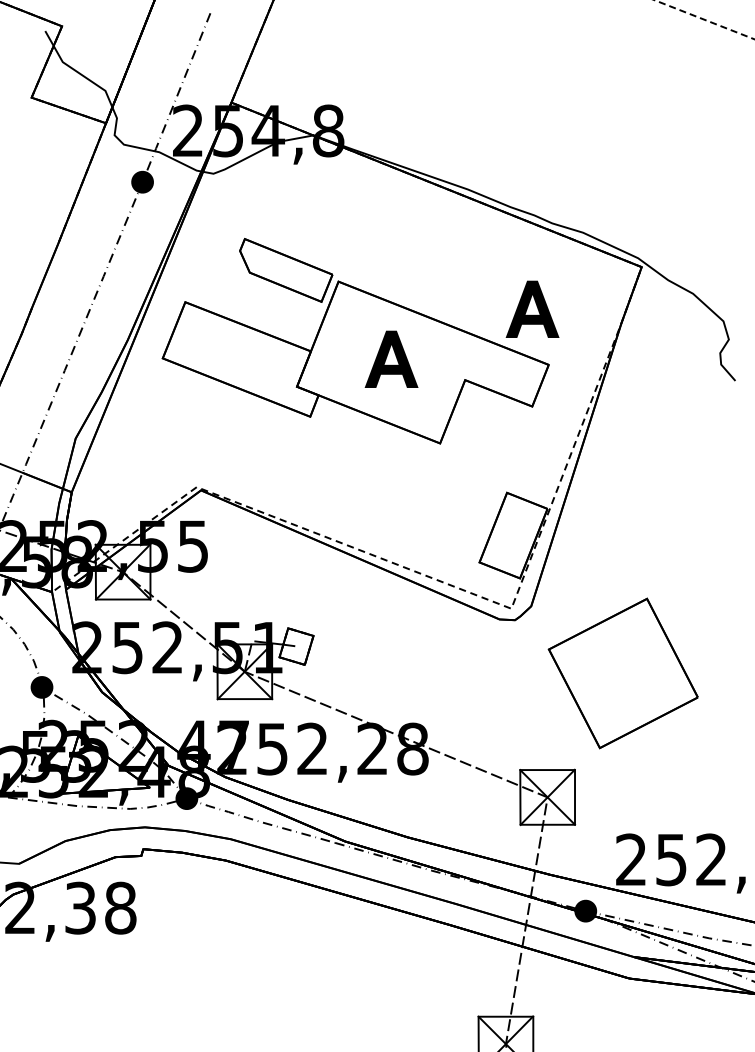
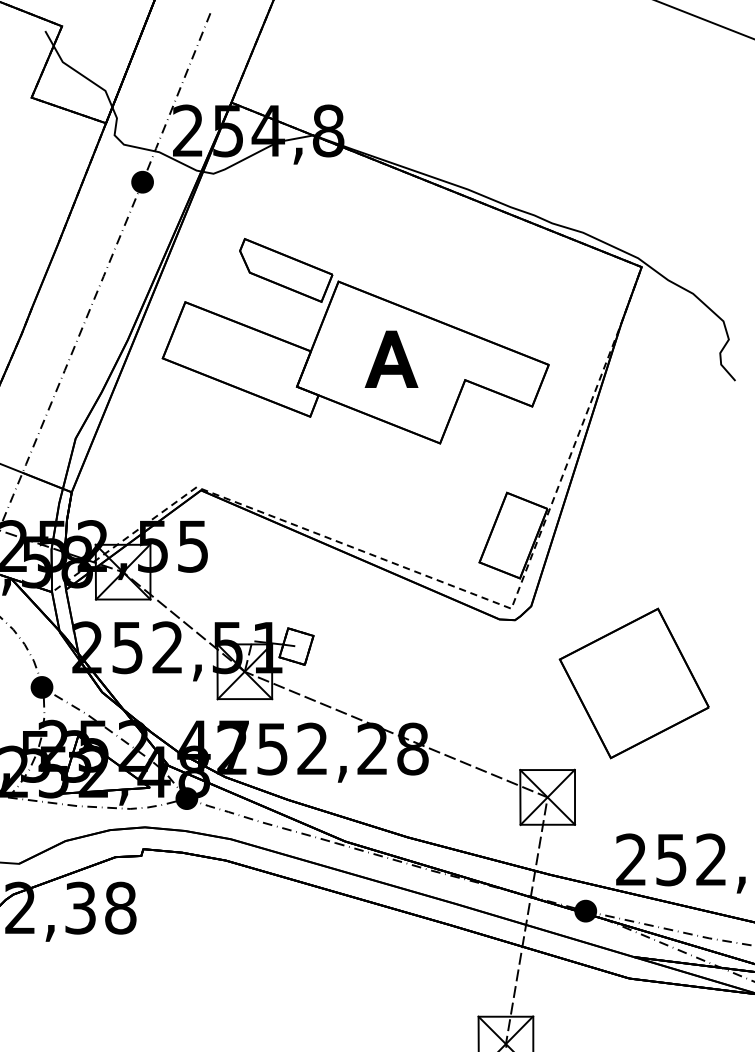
line at (703, 19): dashed -> solid
part at (532, 308): present -> none
part at (622, 673) position: (622, 673) -> (633, 683)
